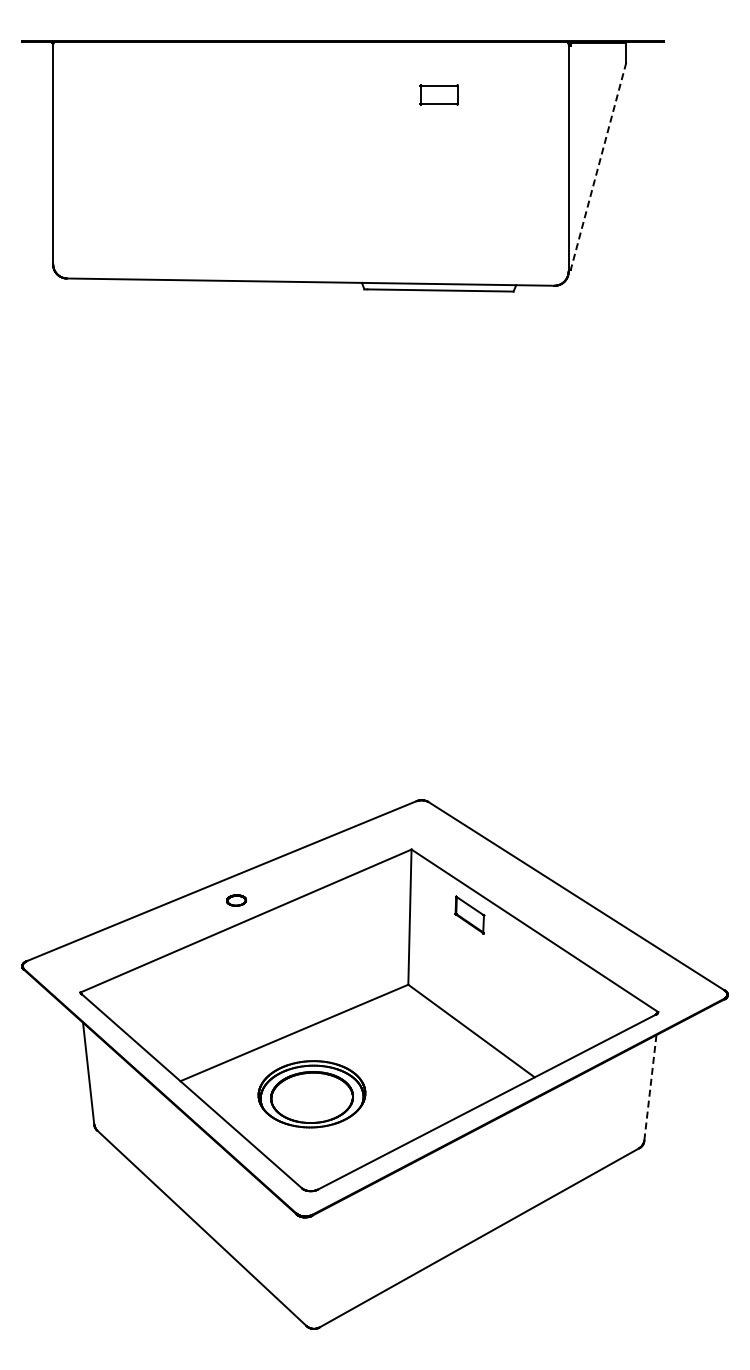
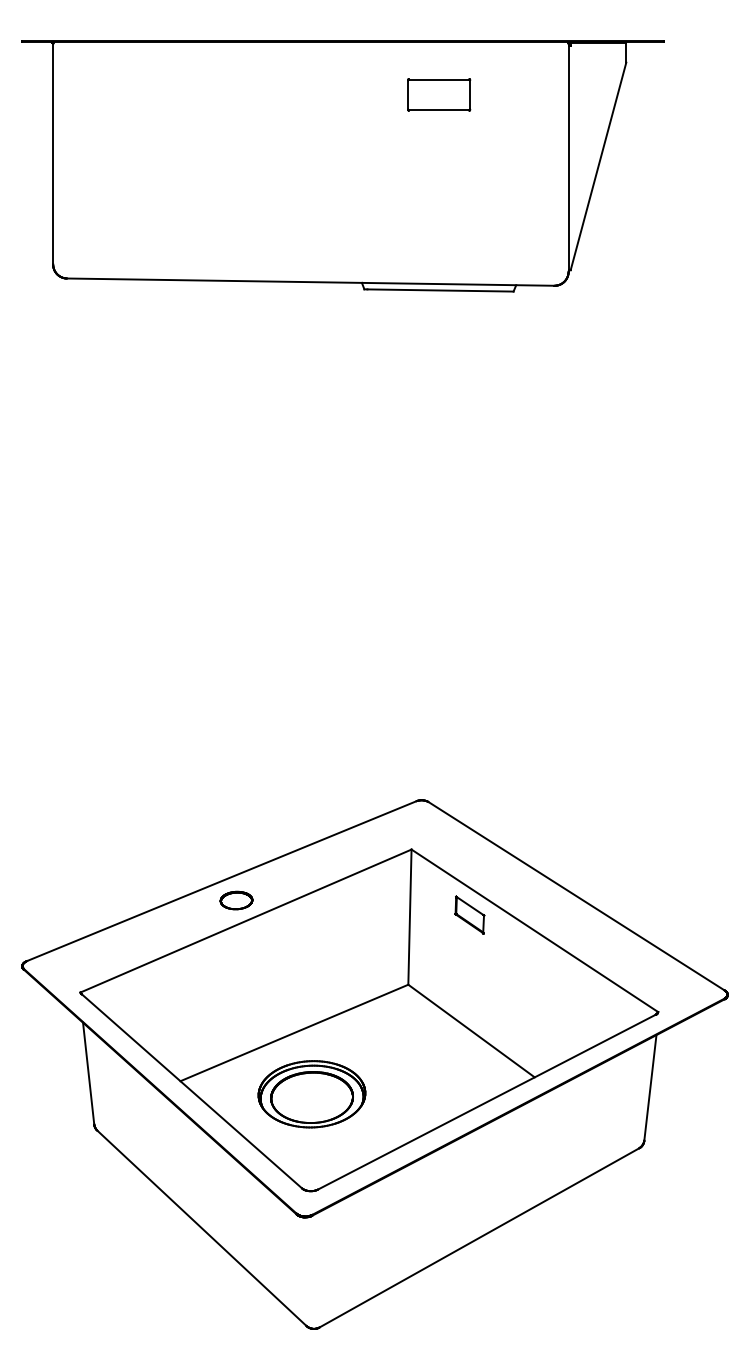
part at (438, 94) size: 40x22 px -> 65x34 px
line at (598, 166): dashed -> solid
part at (236, 900) size: 22x13 px -> 35x21 px
line at (650, 1088): dashed -> solid
